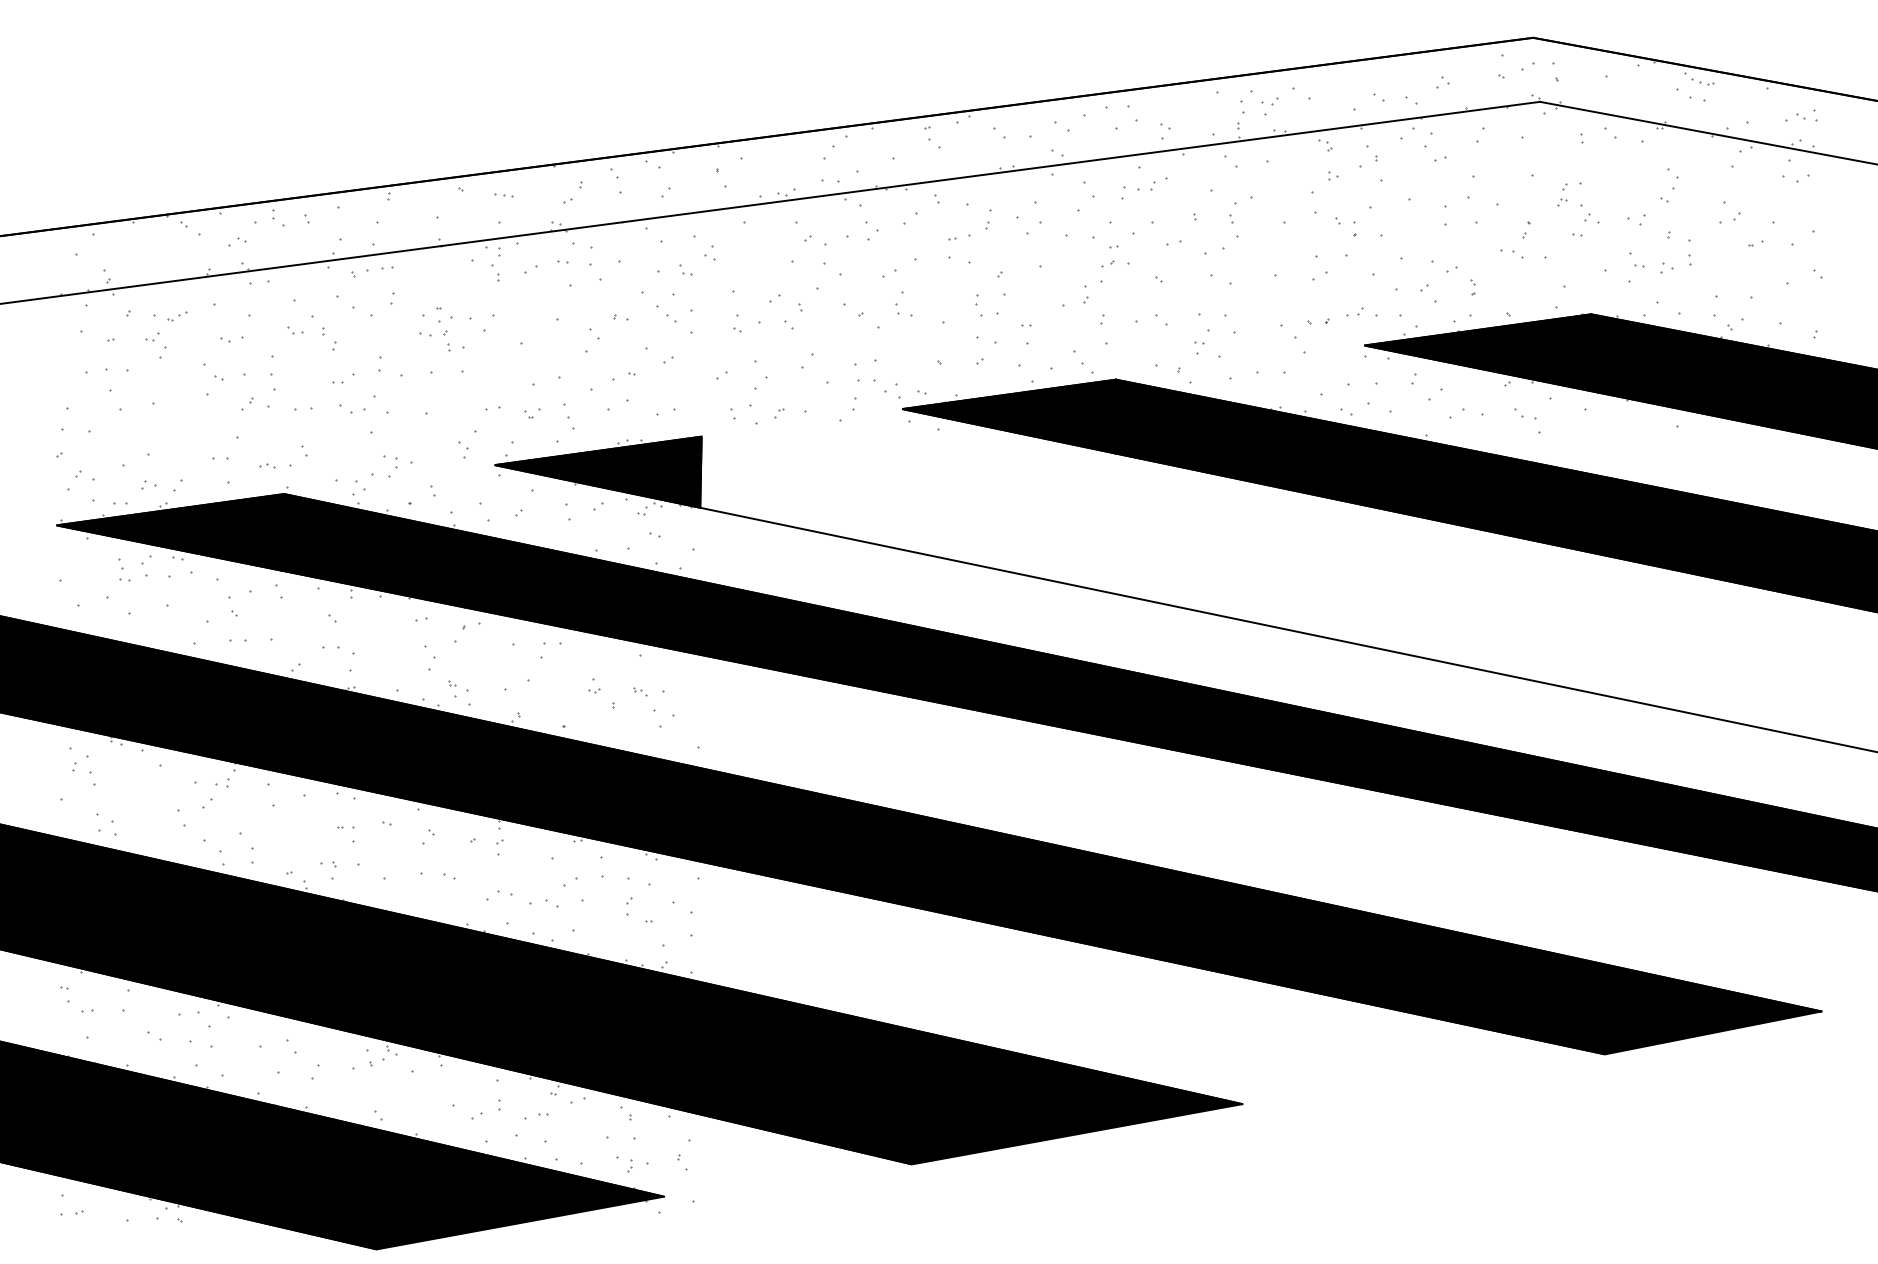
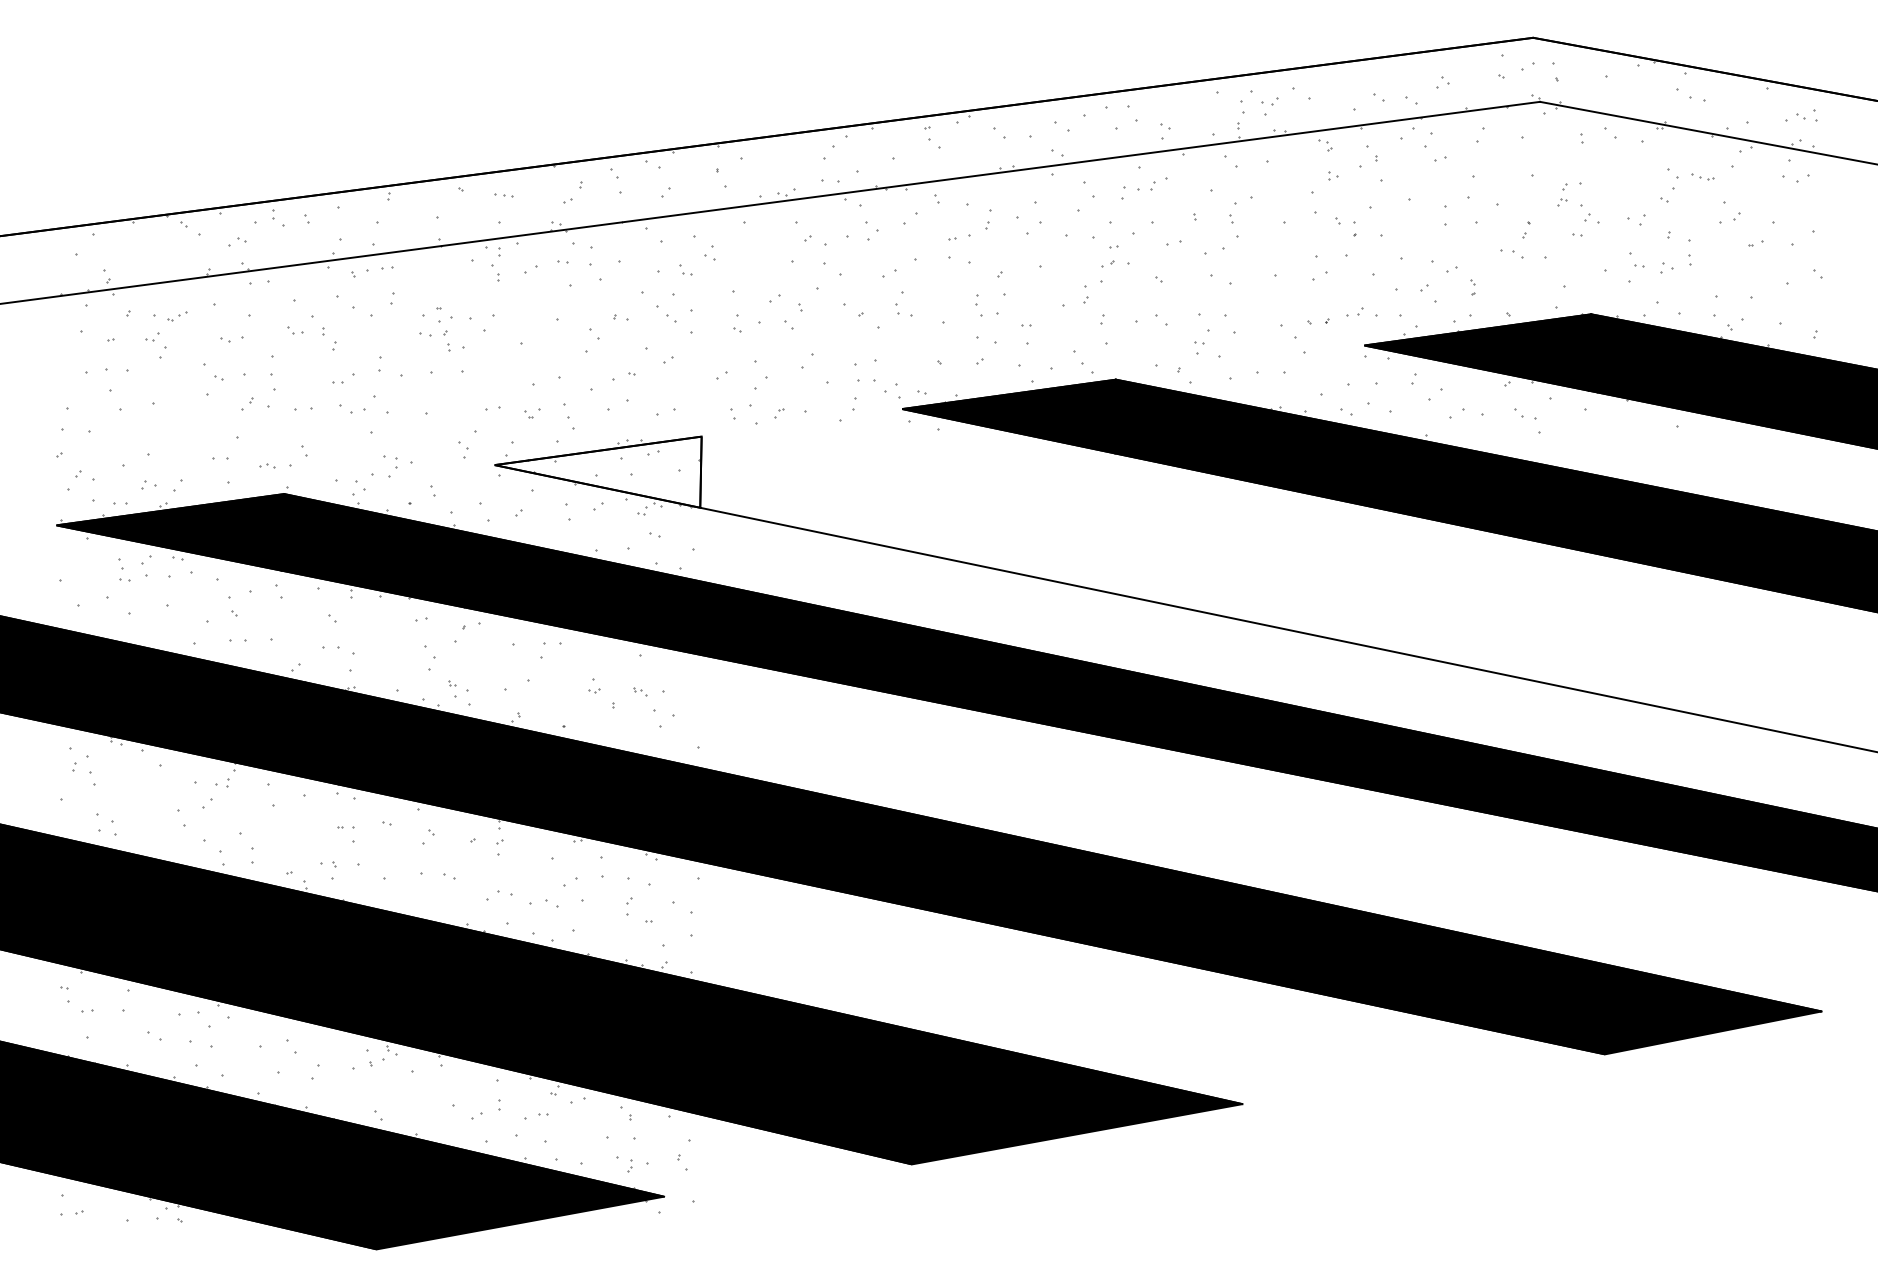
part at (1702, 81) position: (1702, 81) -> (1702, 176)
fill at (597, 471): present -> none
